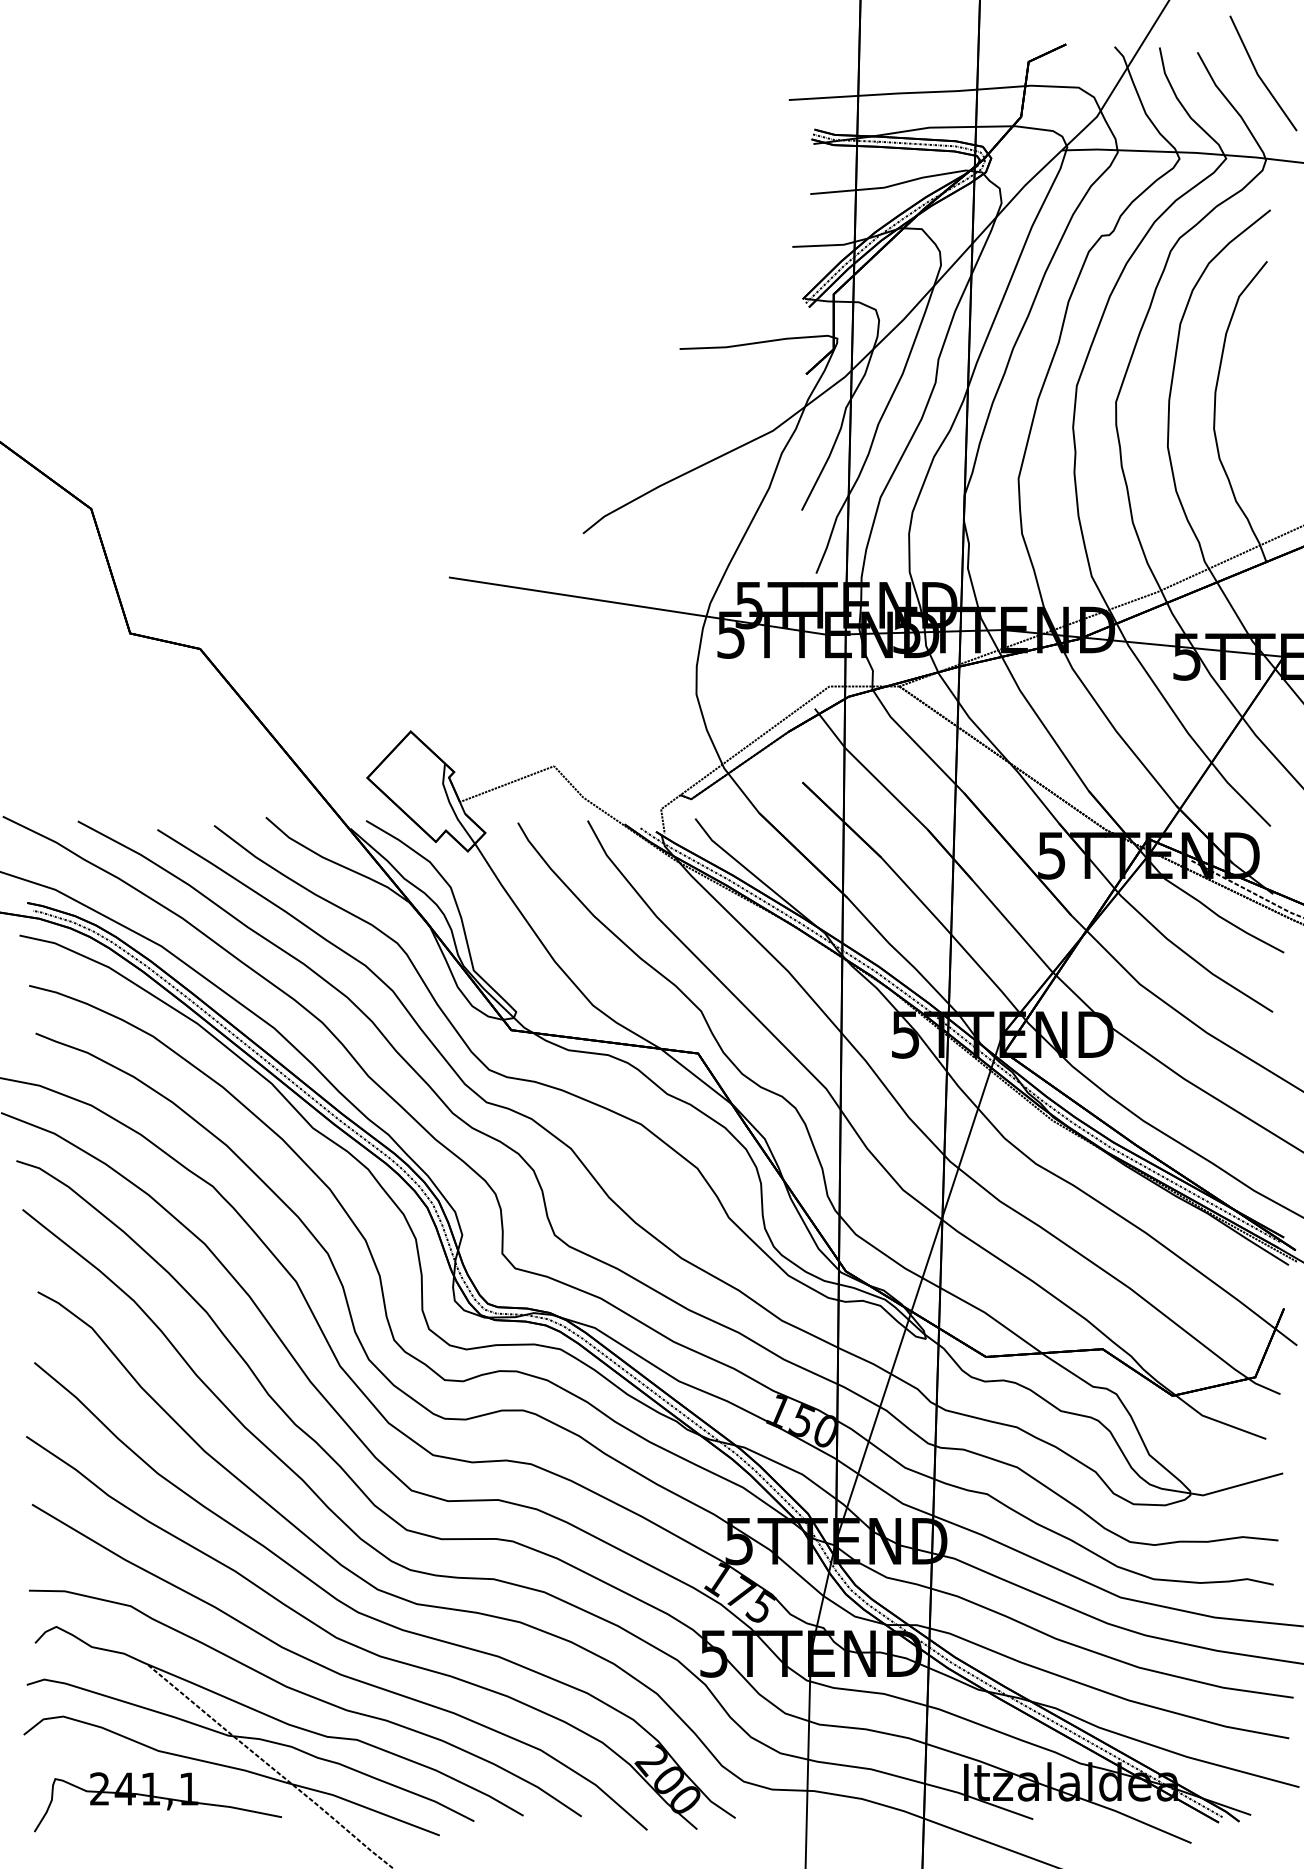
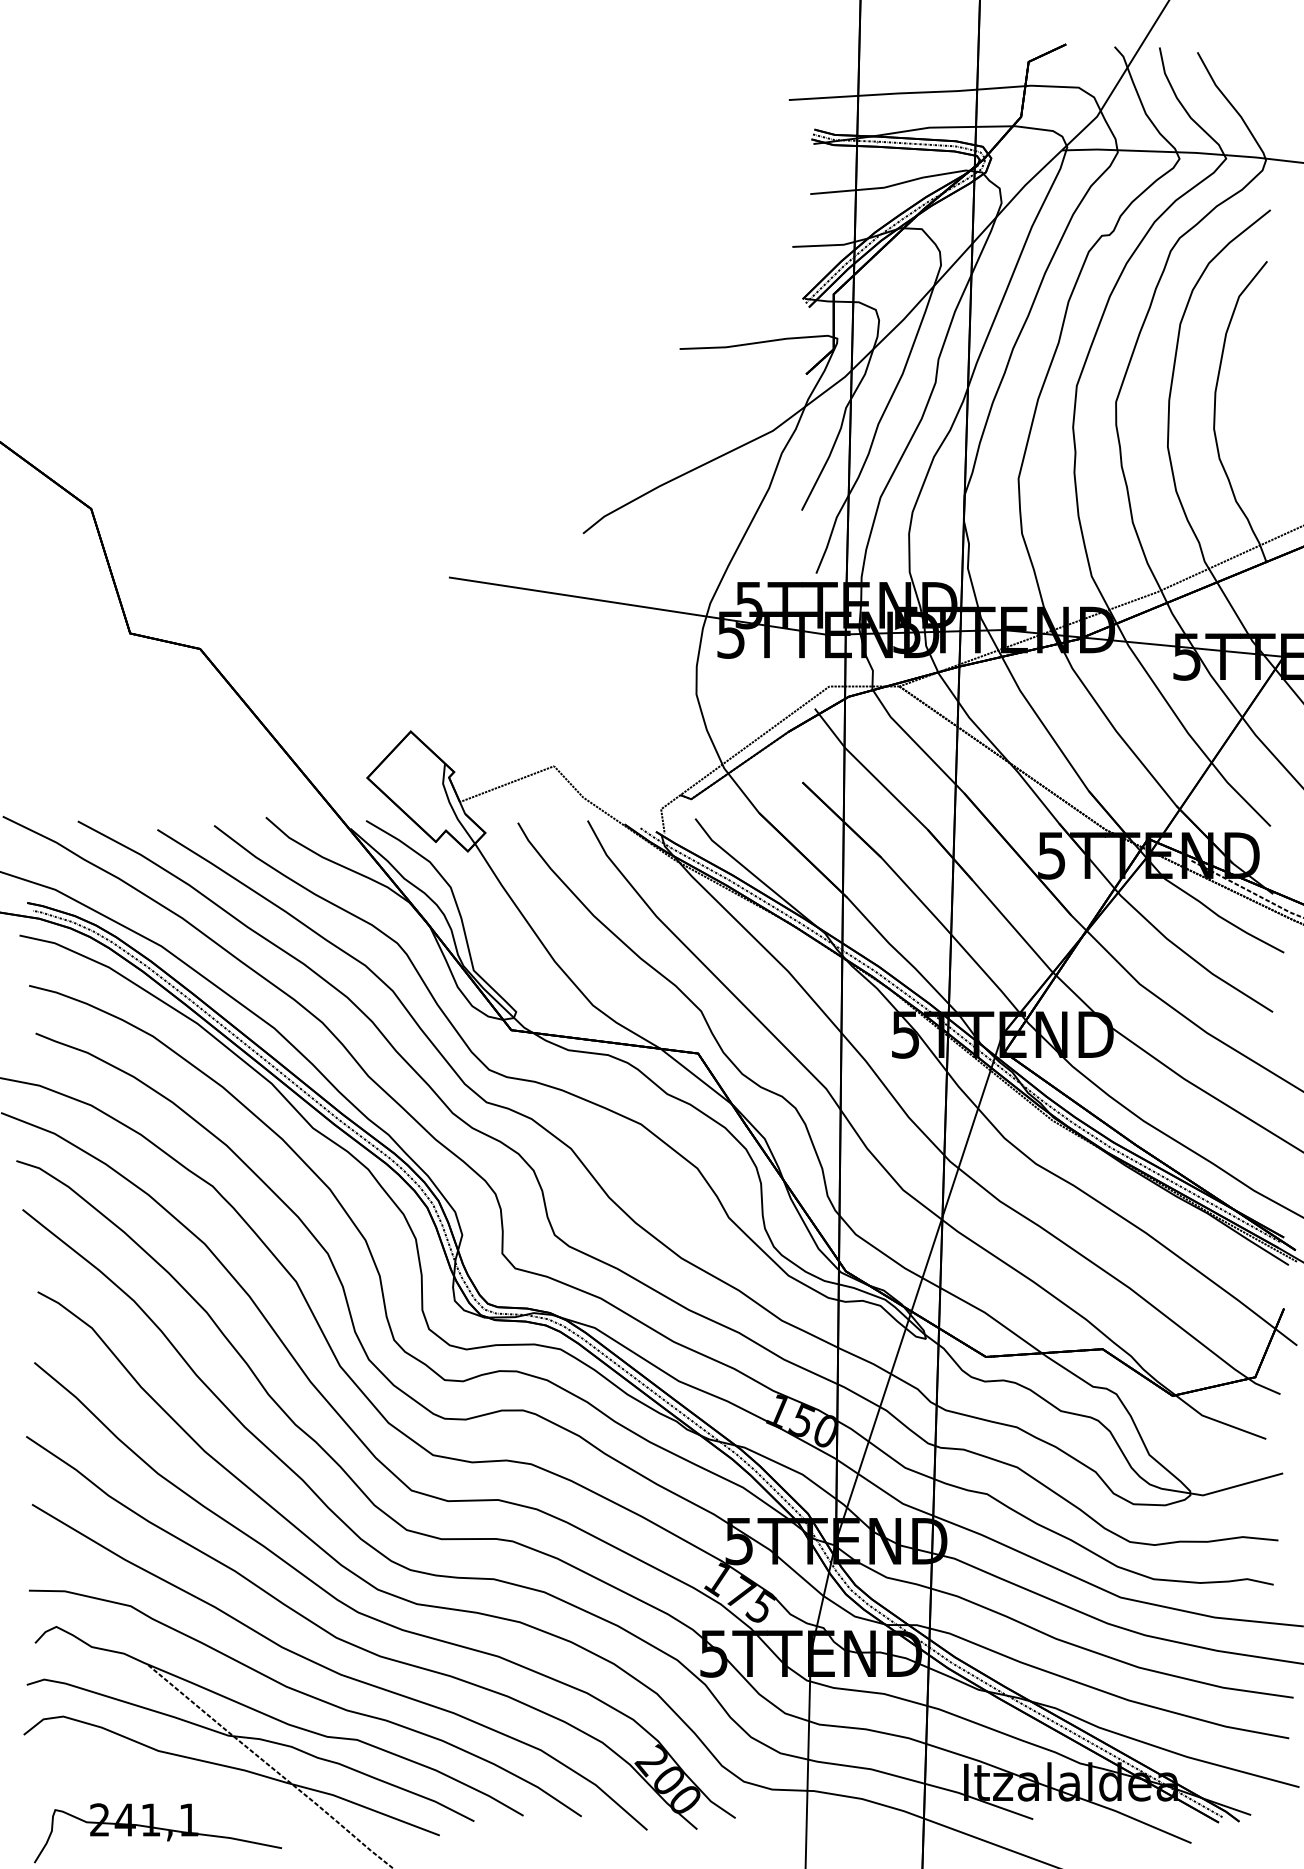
line at (1260, 76): present -> none
part at (157, 1802) position: (157, 1802) -> (157, 1833)
